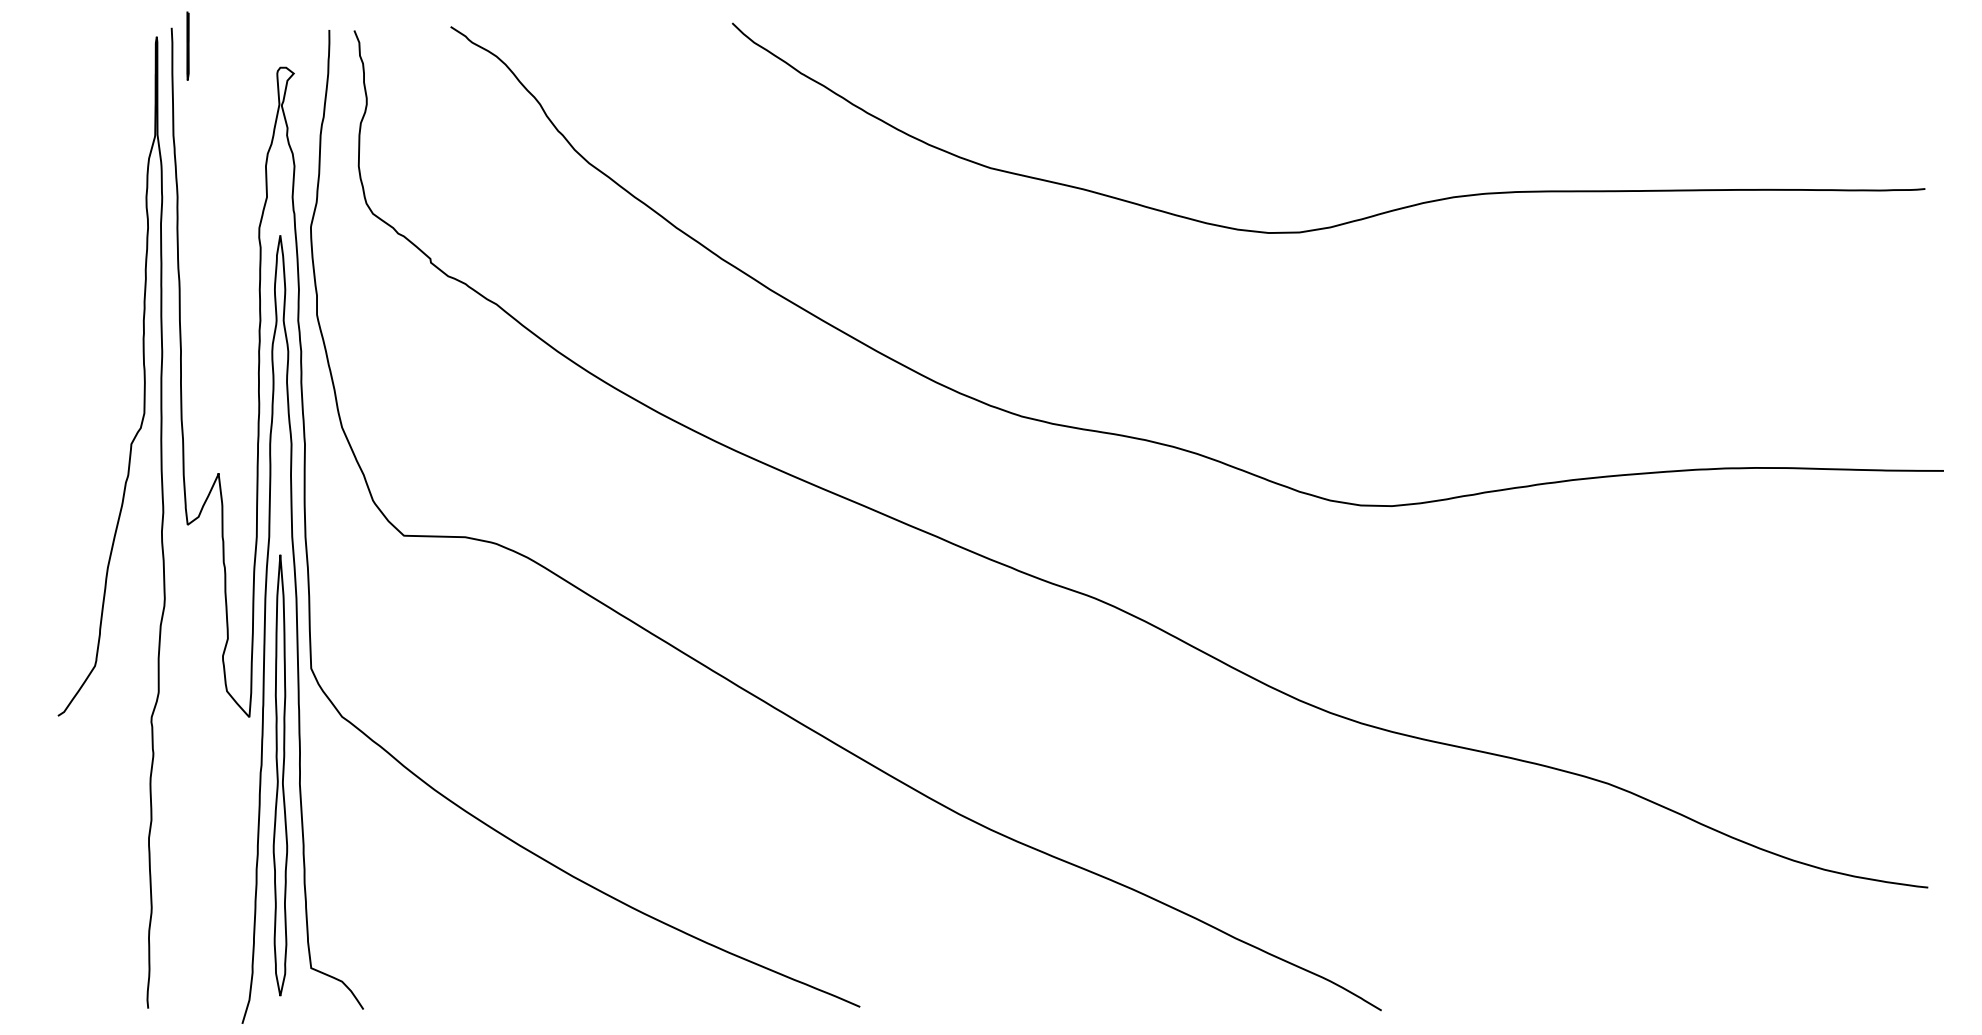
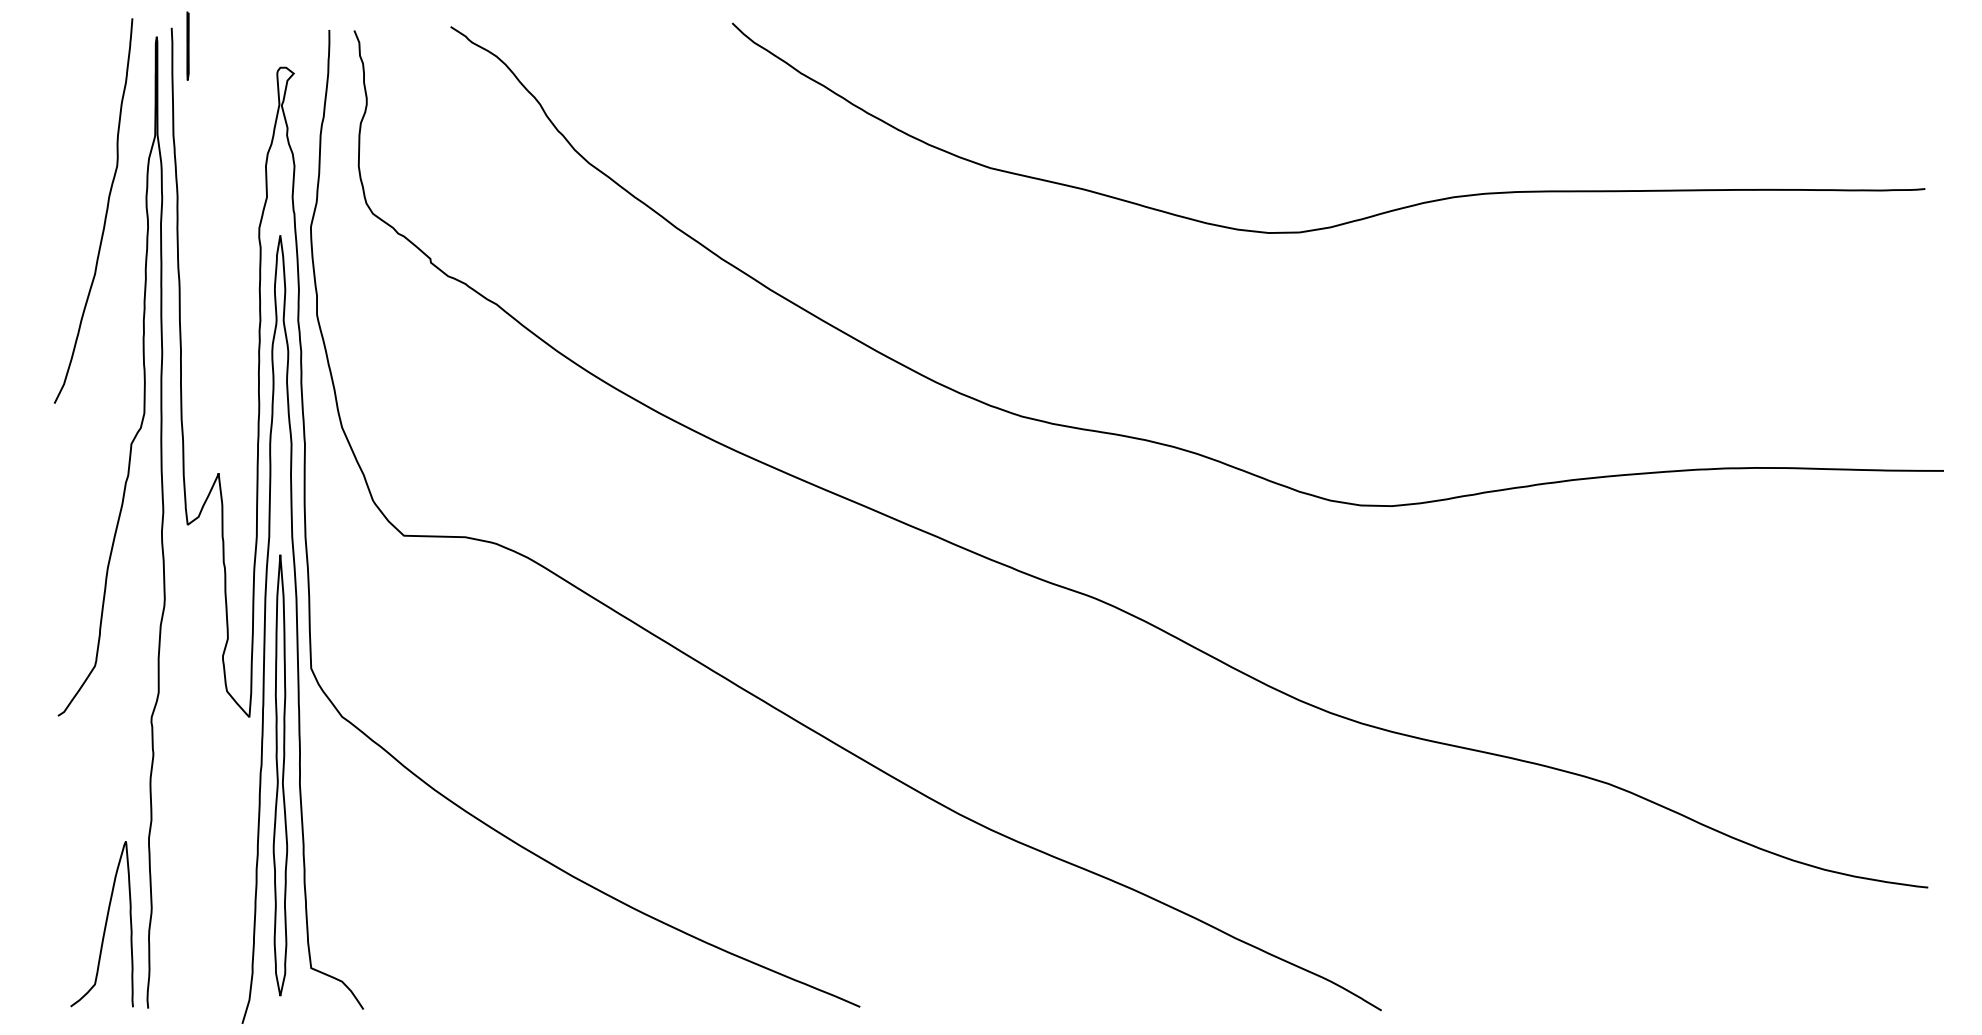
curve at (105, 212): none -> present
curve at (104, 925): none -> present
